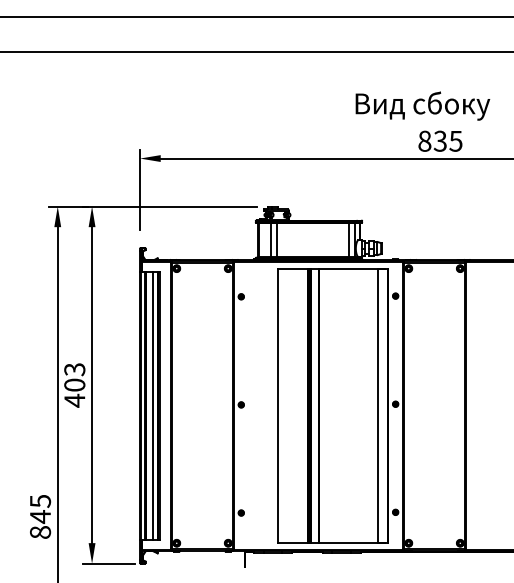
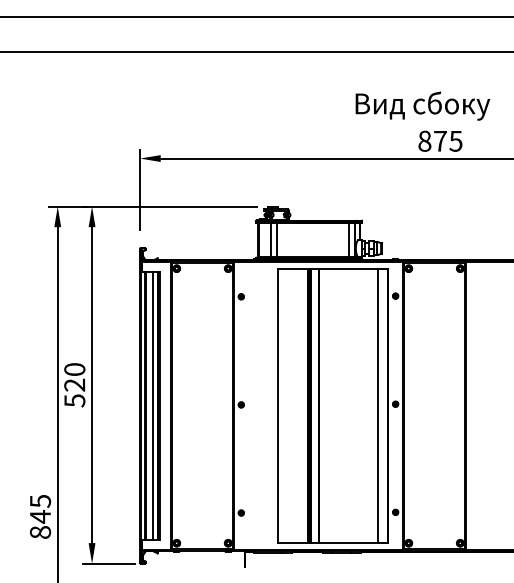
text at (439, 140): 835 -> 875
text at (74, 385): 403 -> 520
